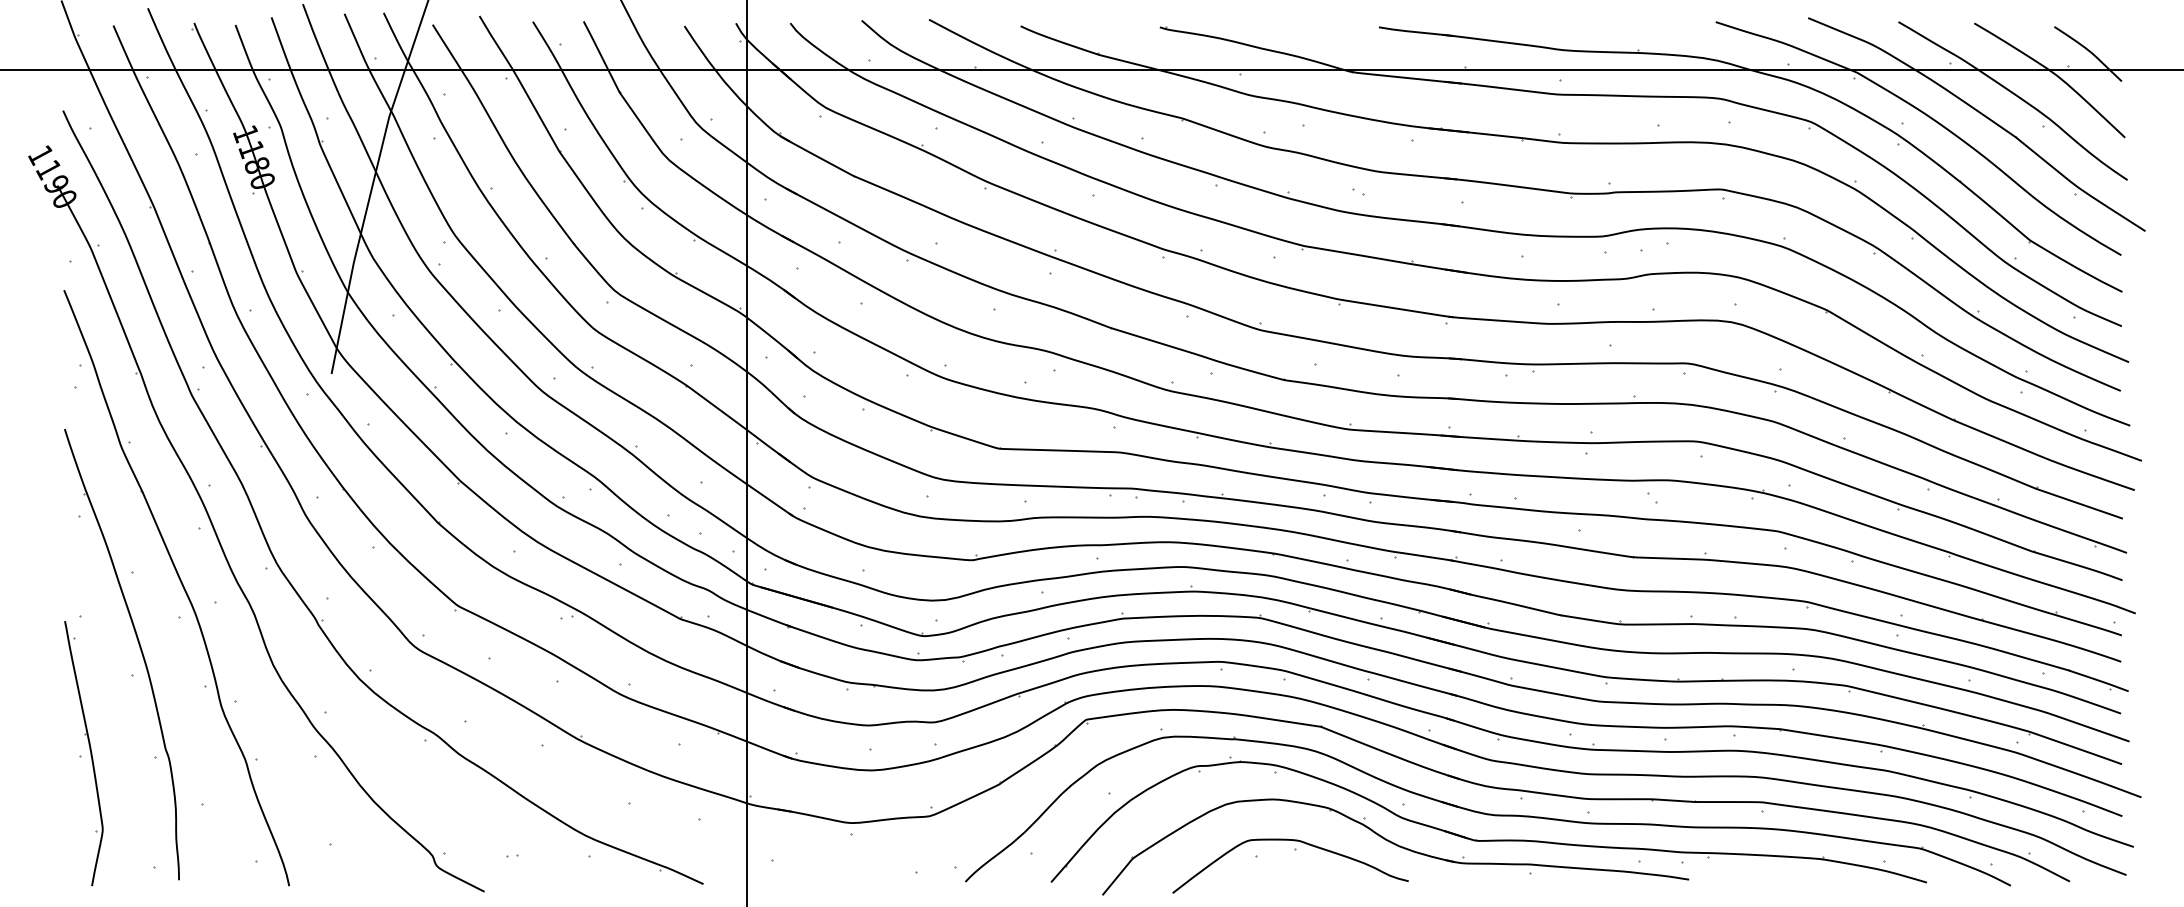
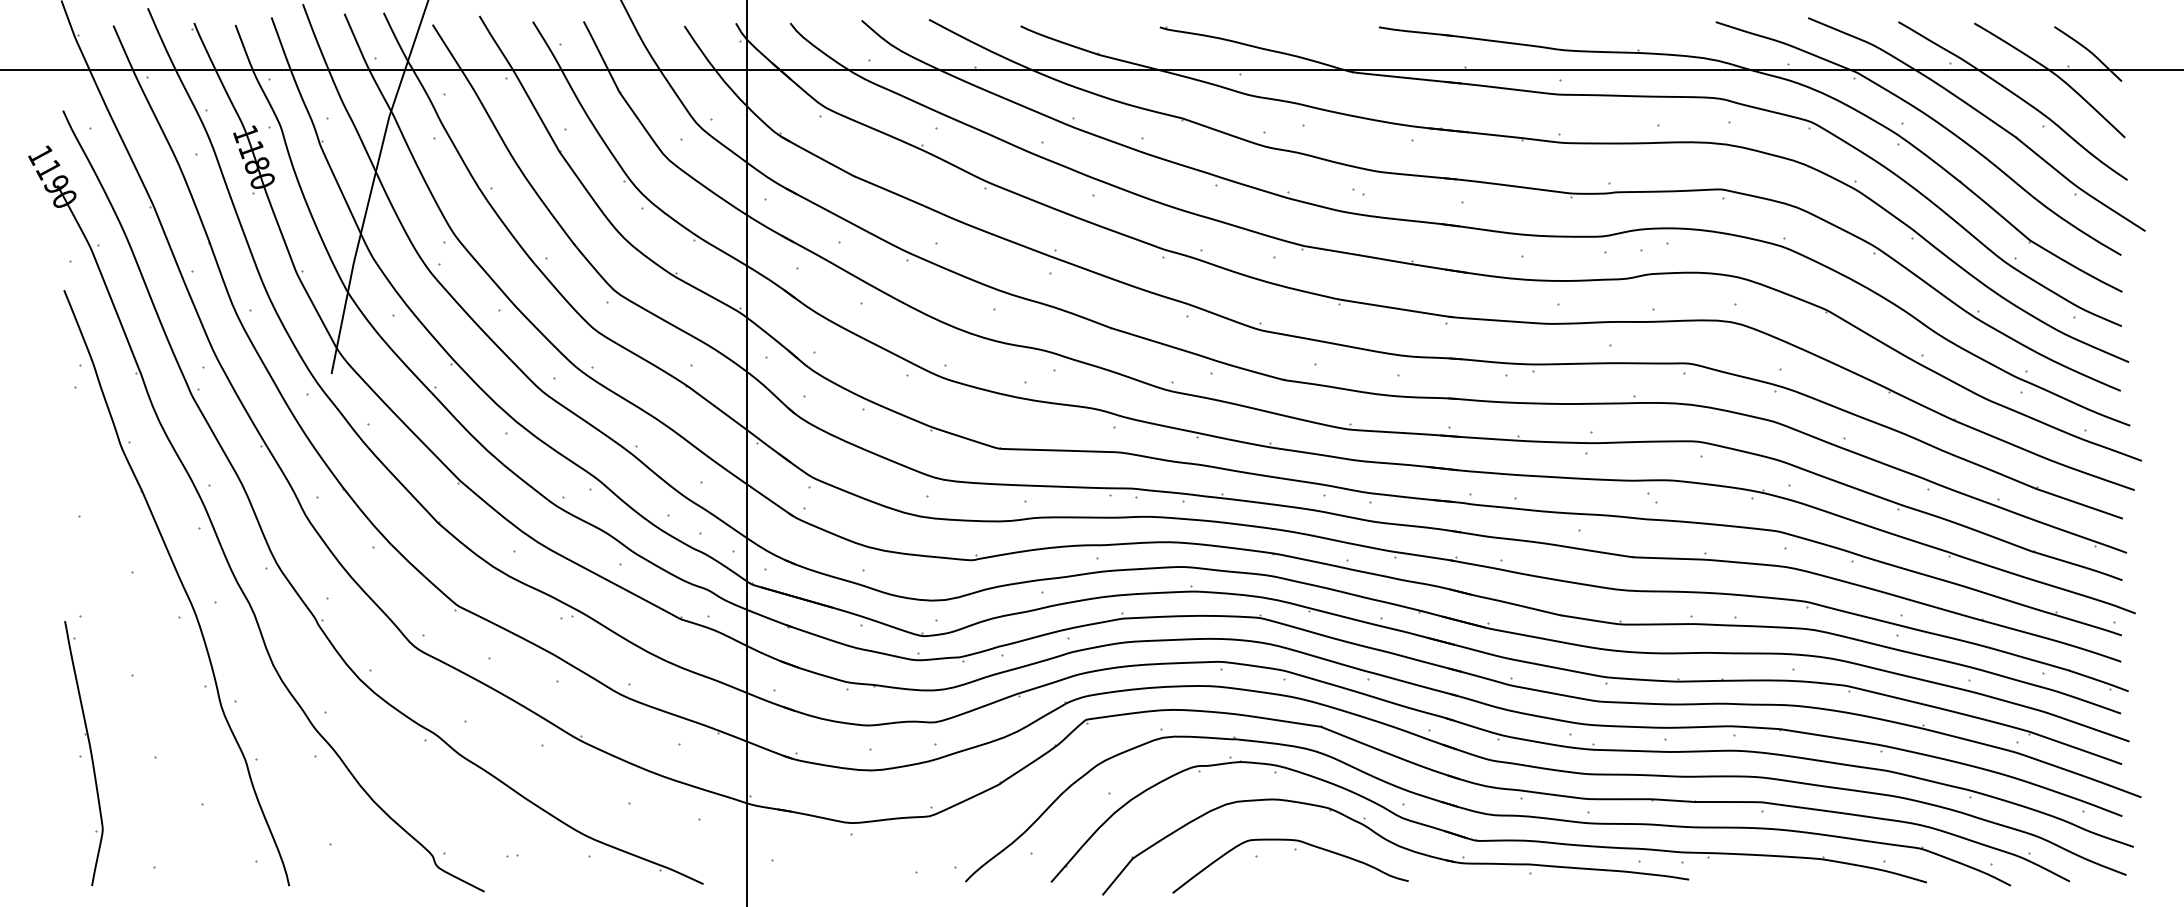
part at (140, 651): present -> none
